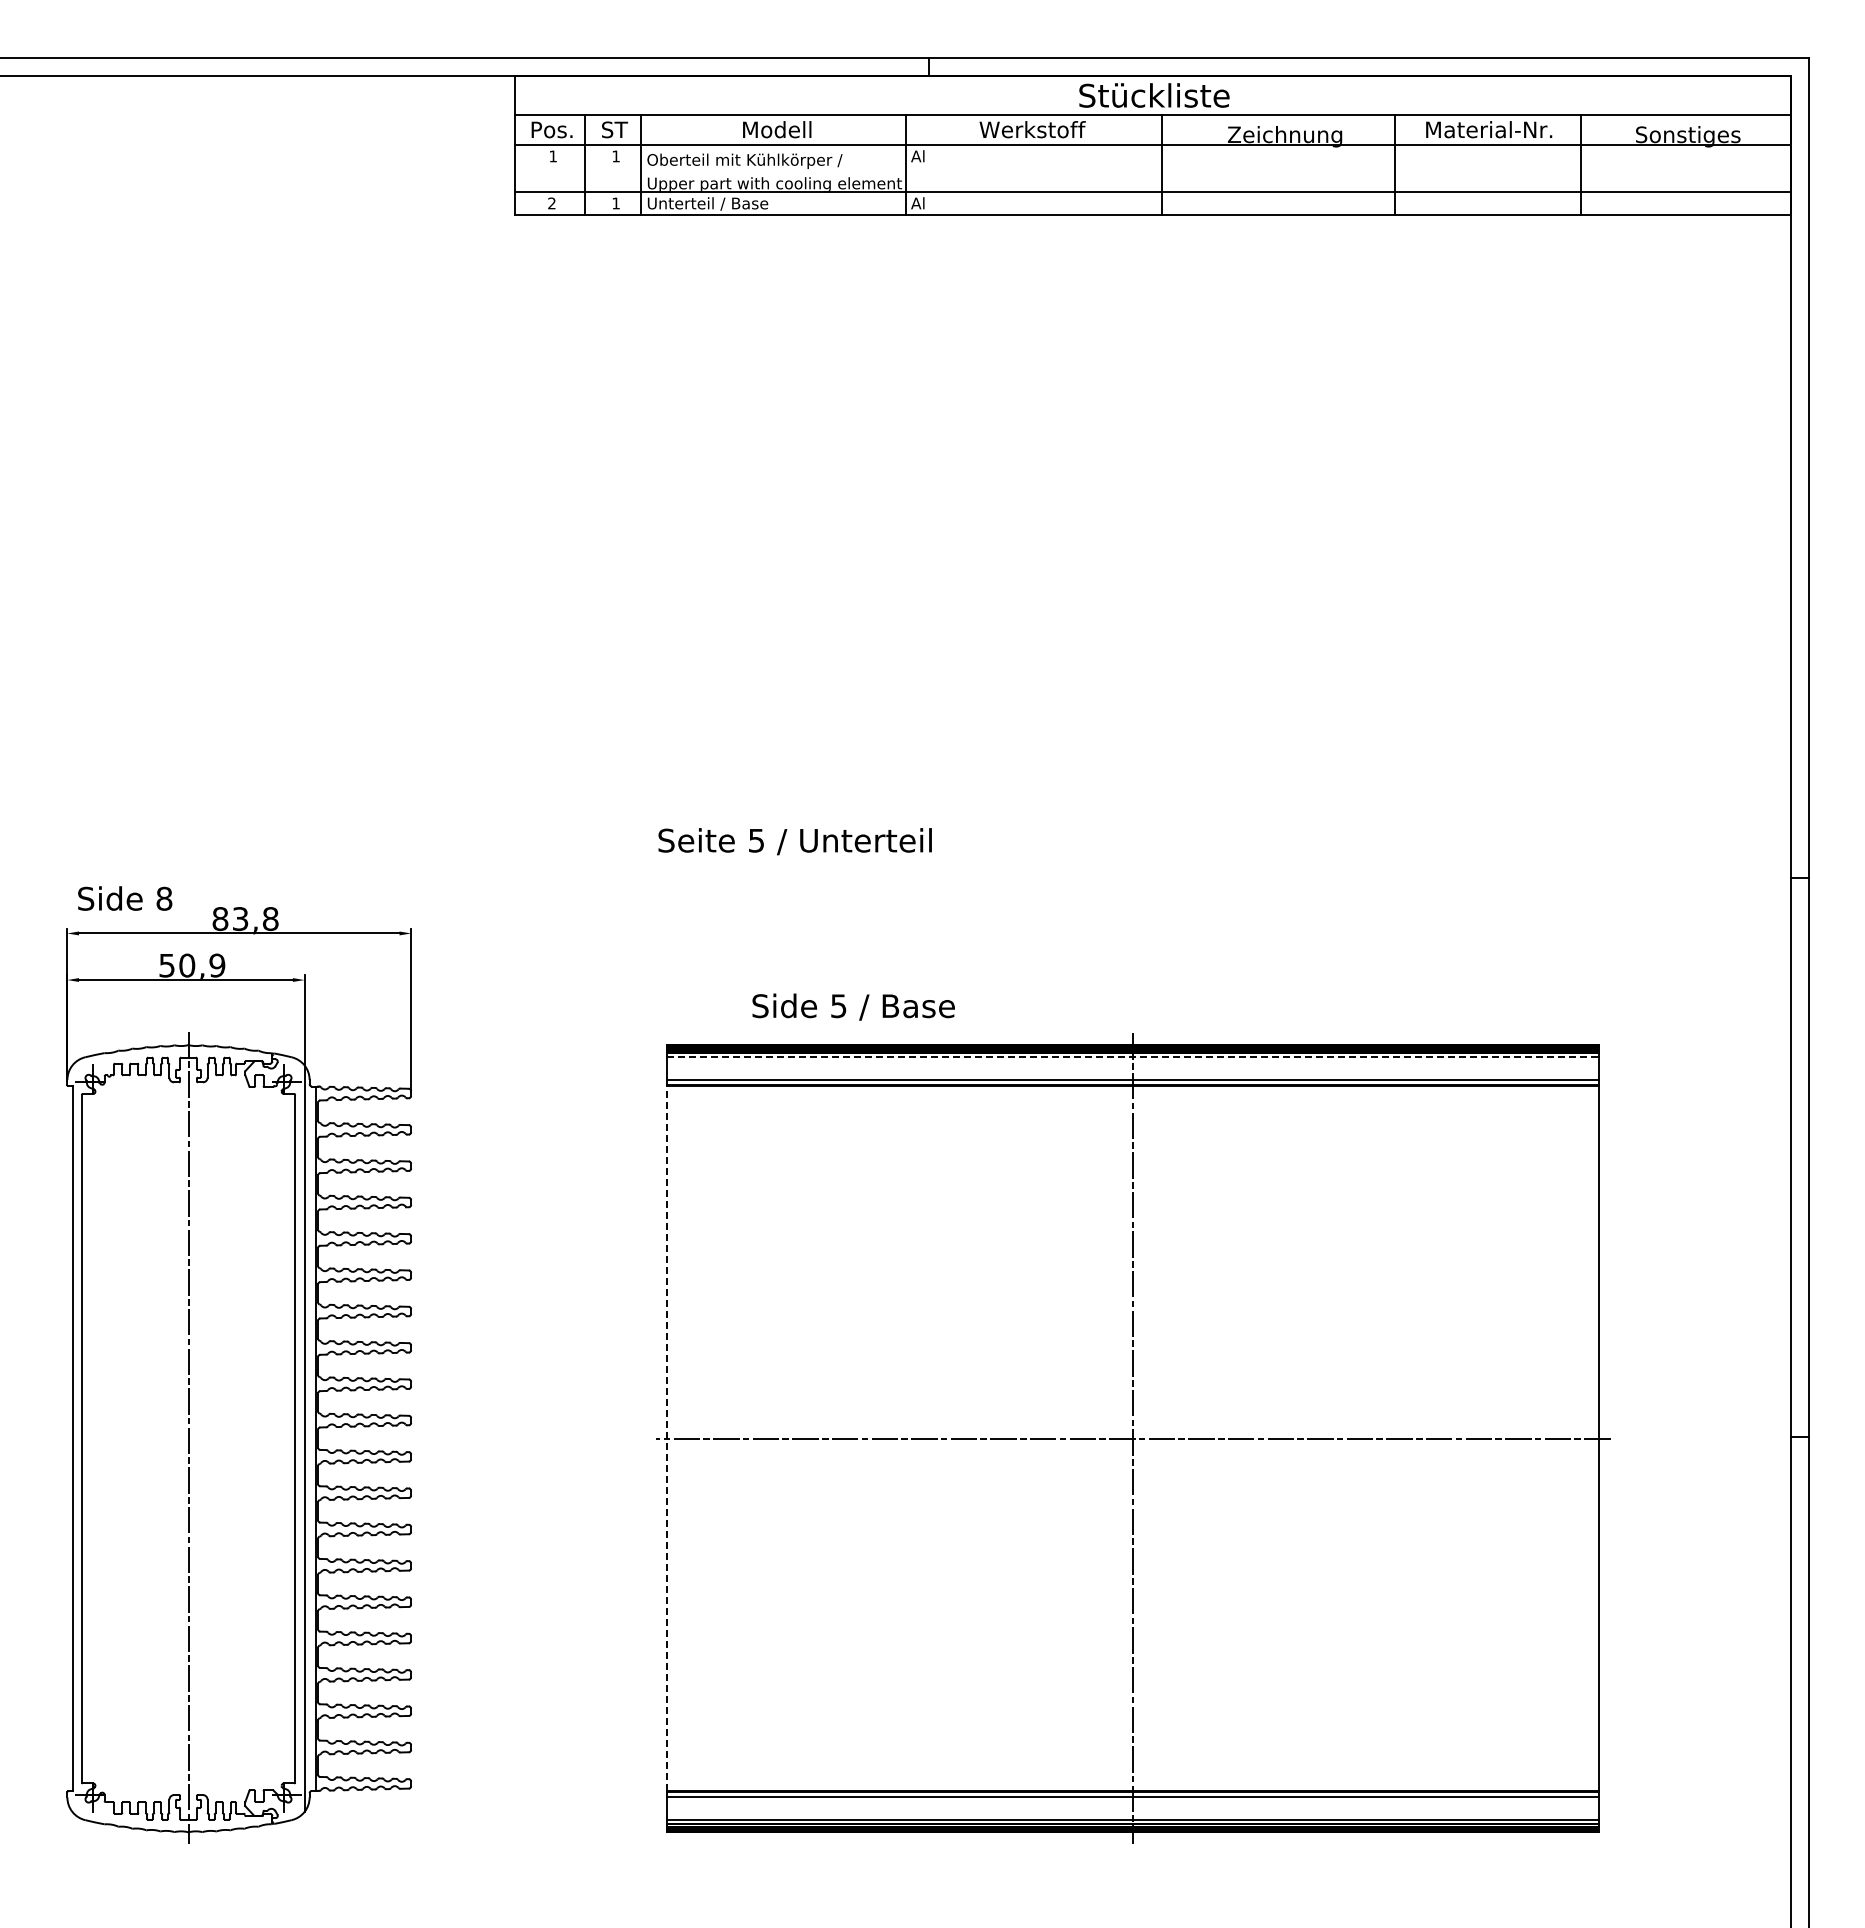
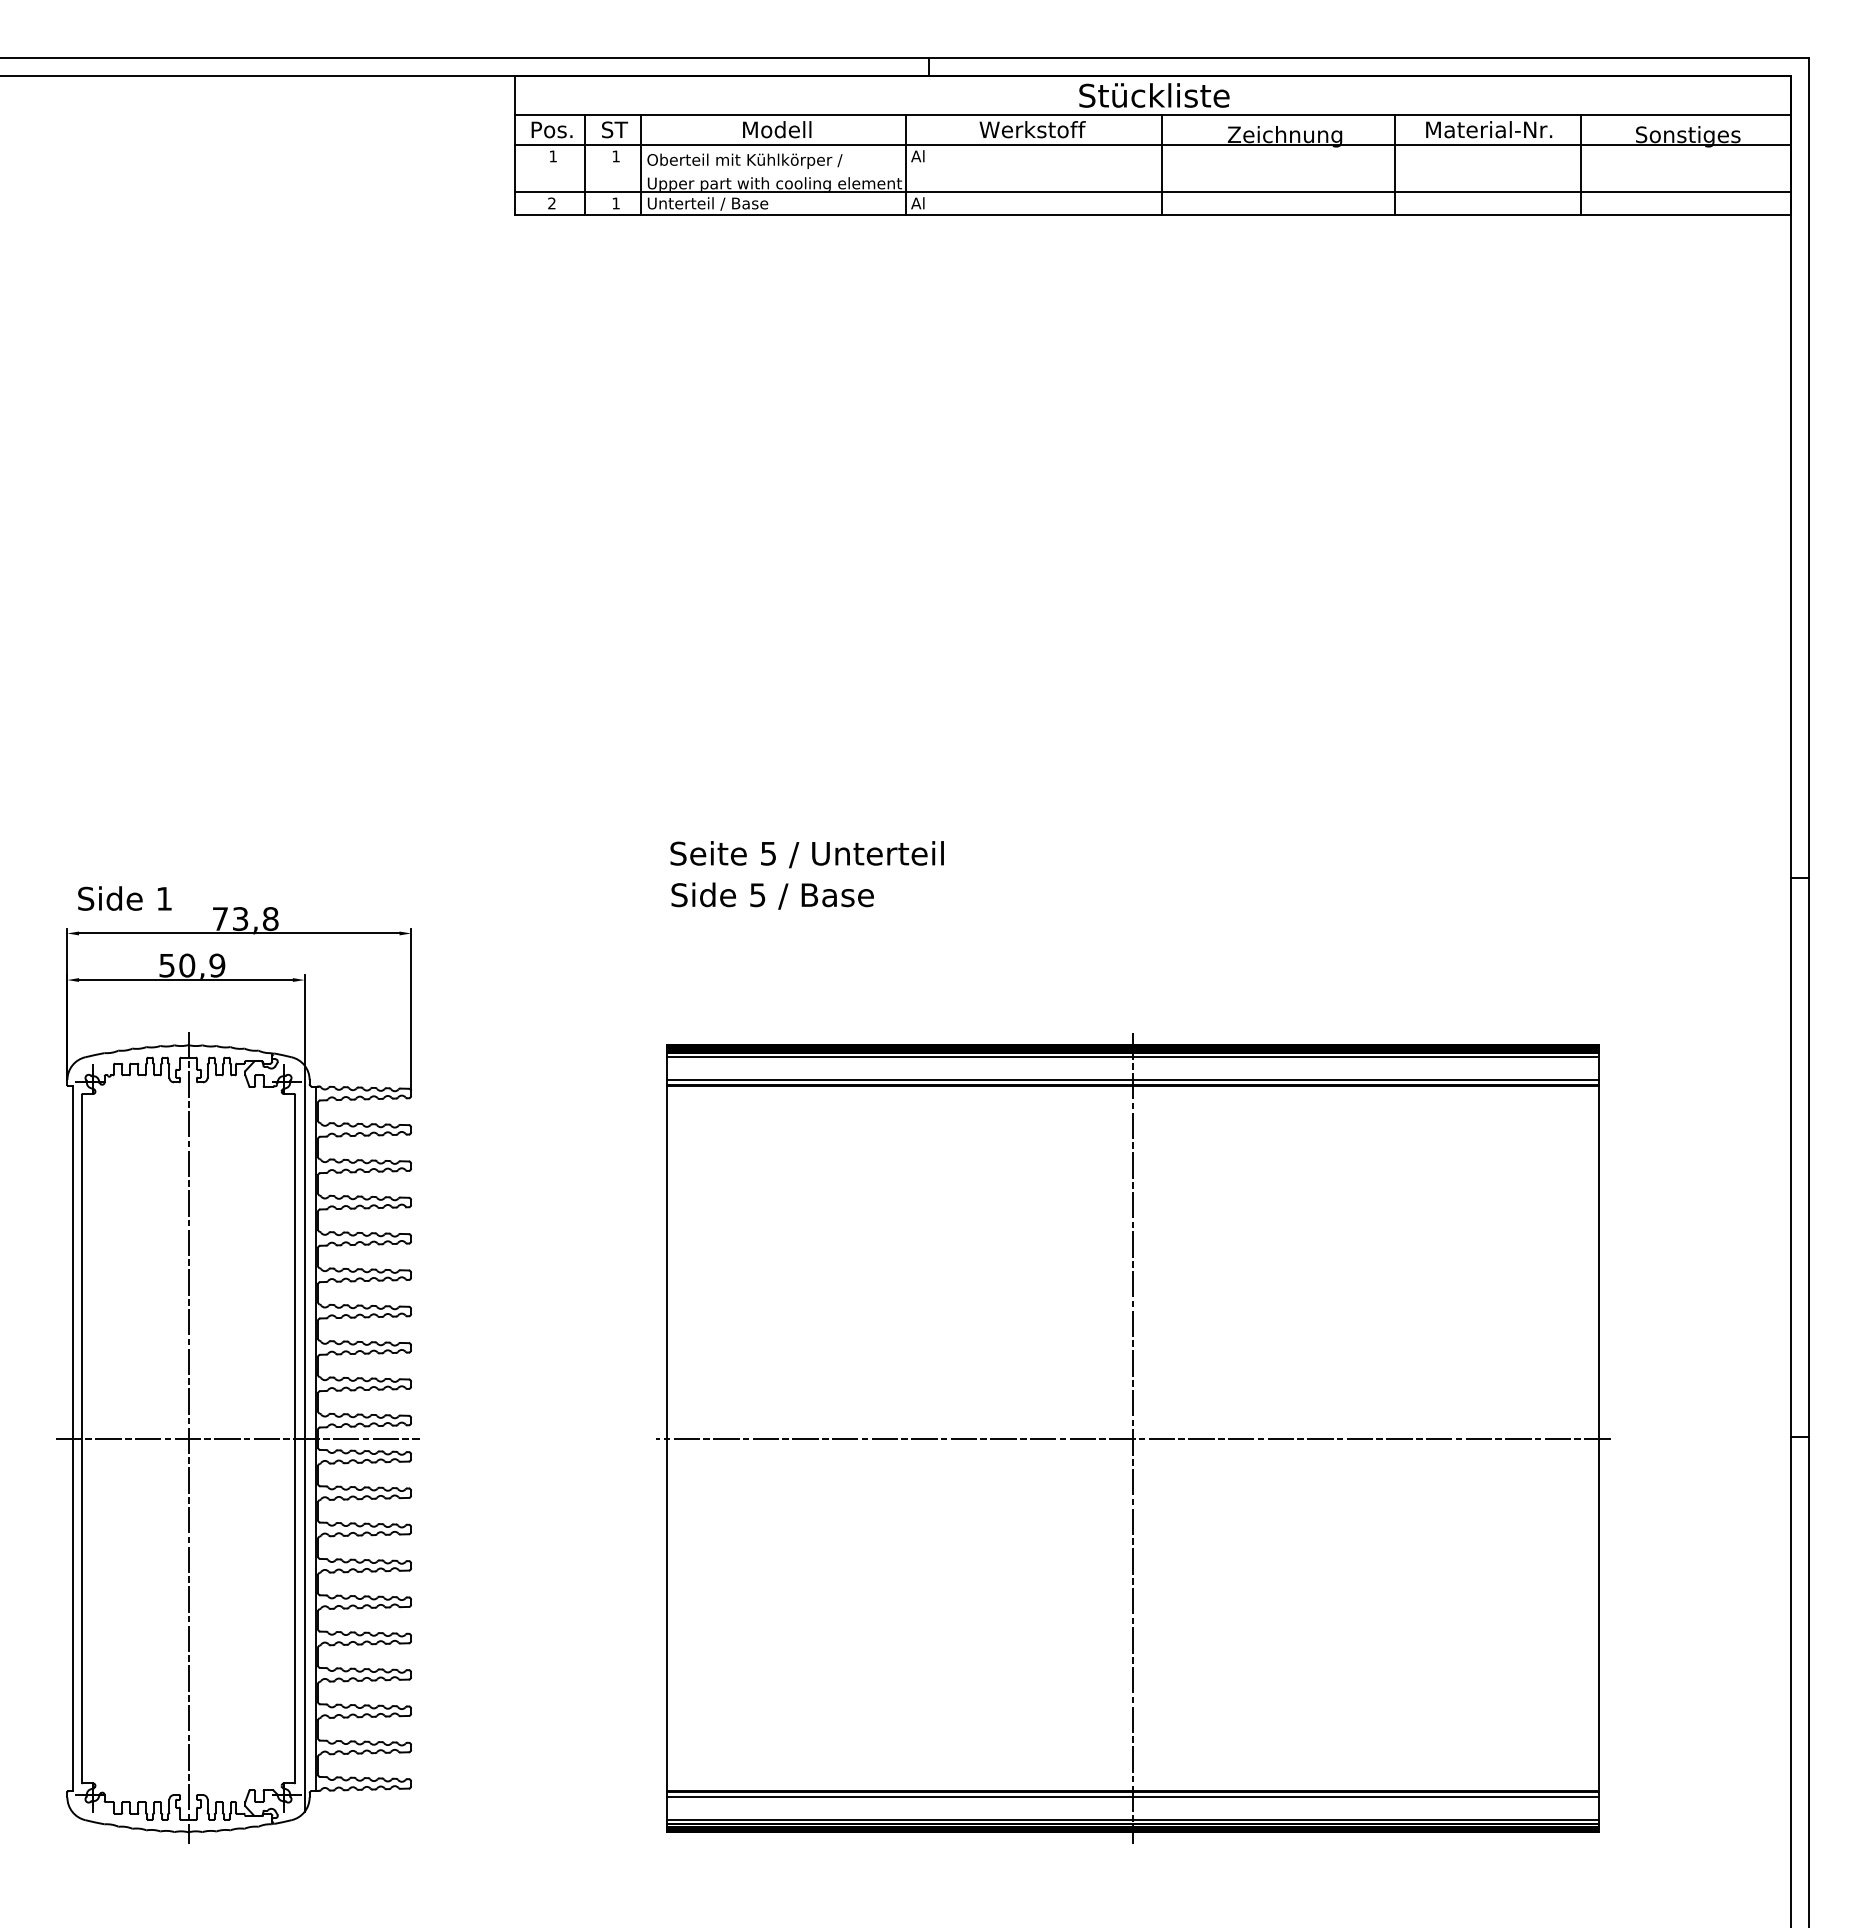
text at (794, 841) position: (794, 841) -> (806, 854)
text at (164, 898): 8 -> 1
text at (220, 919): 83,8 -> 73,8
text at (853, 1006) position: (853, 1006) -> (772, 895)
line at (1133, 1057): dashed -> solid
line at (237, 1438): none -> present
line at (667, 1438): dashed -> solid
